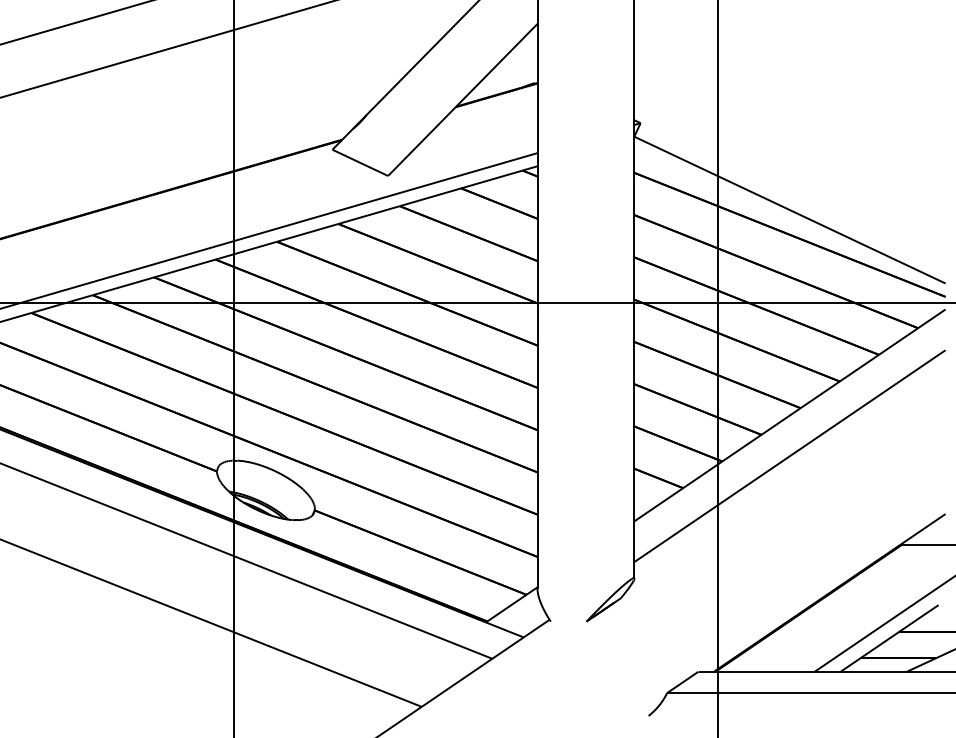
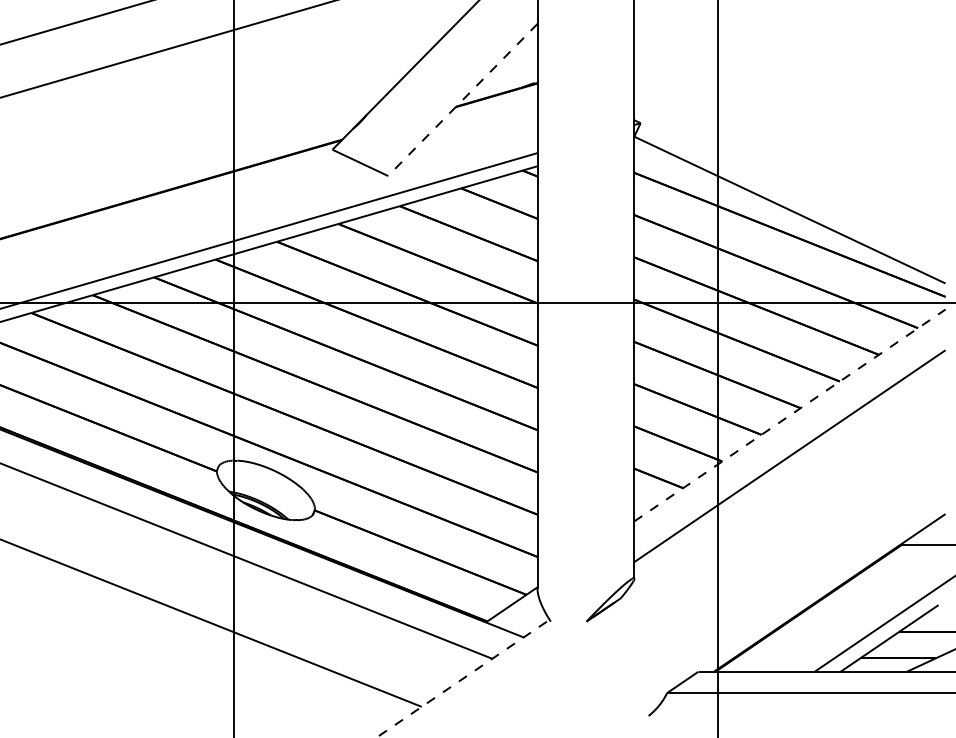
line at (462, 99): solid -> dashed
line at (790, 415): solid -> dashed
line at (462, 678): solid -> dashed
